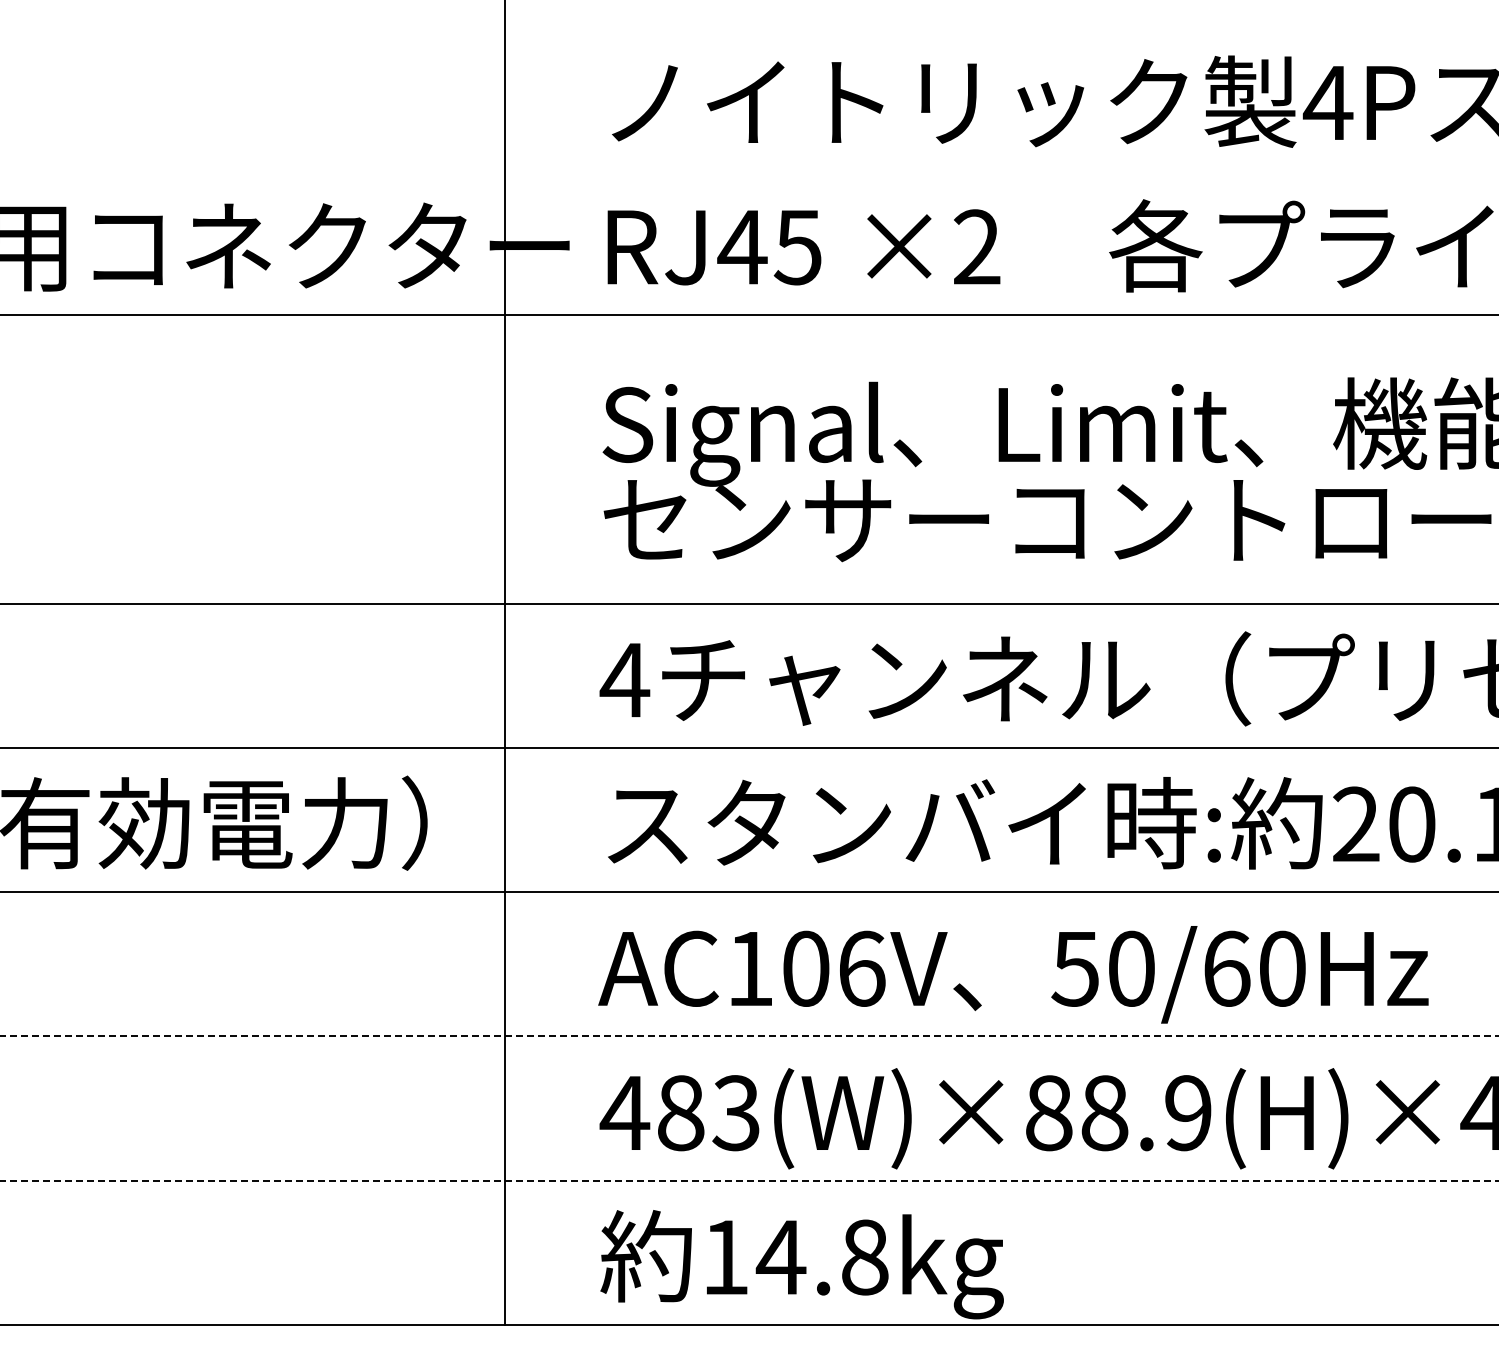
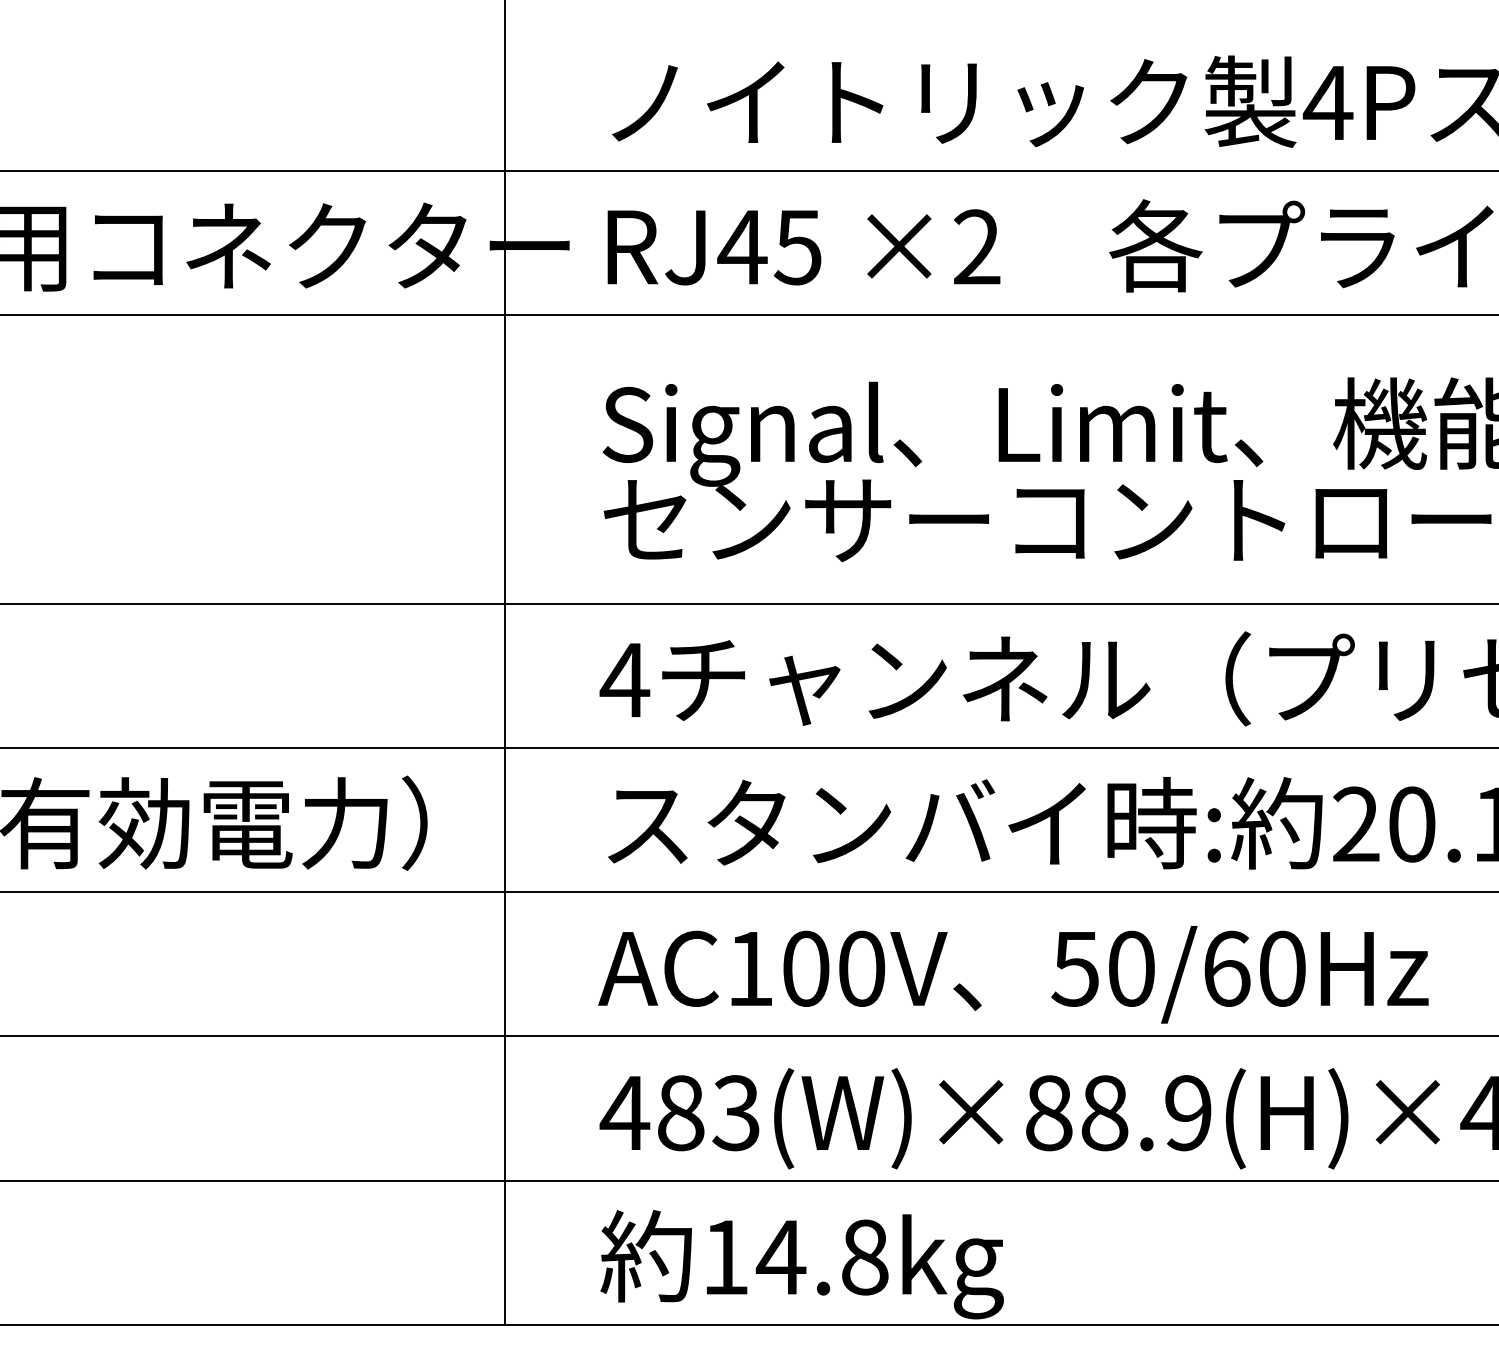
line at (748, 170): none -> present
text at (862, 968): AC106V -> AC100V
line at (749, 1036): dashed -> solid
line at (749, 1180): dashed -> solid
